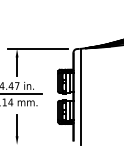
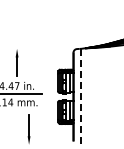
line at (38, 48): present -> none
line at (81, 97): solid -> dashed
part at (16, 128) position: (16, 128) -> (28, 128)
